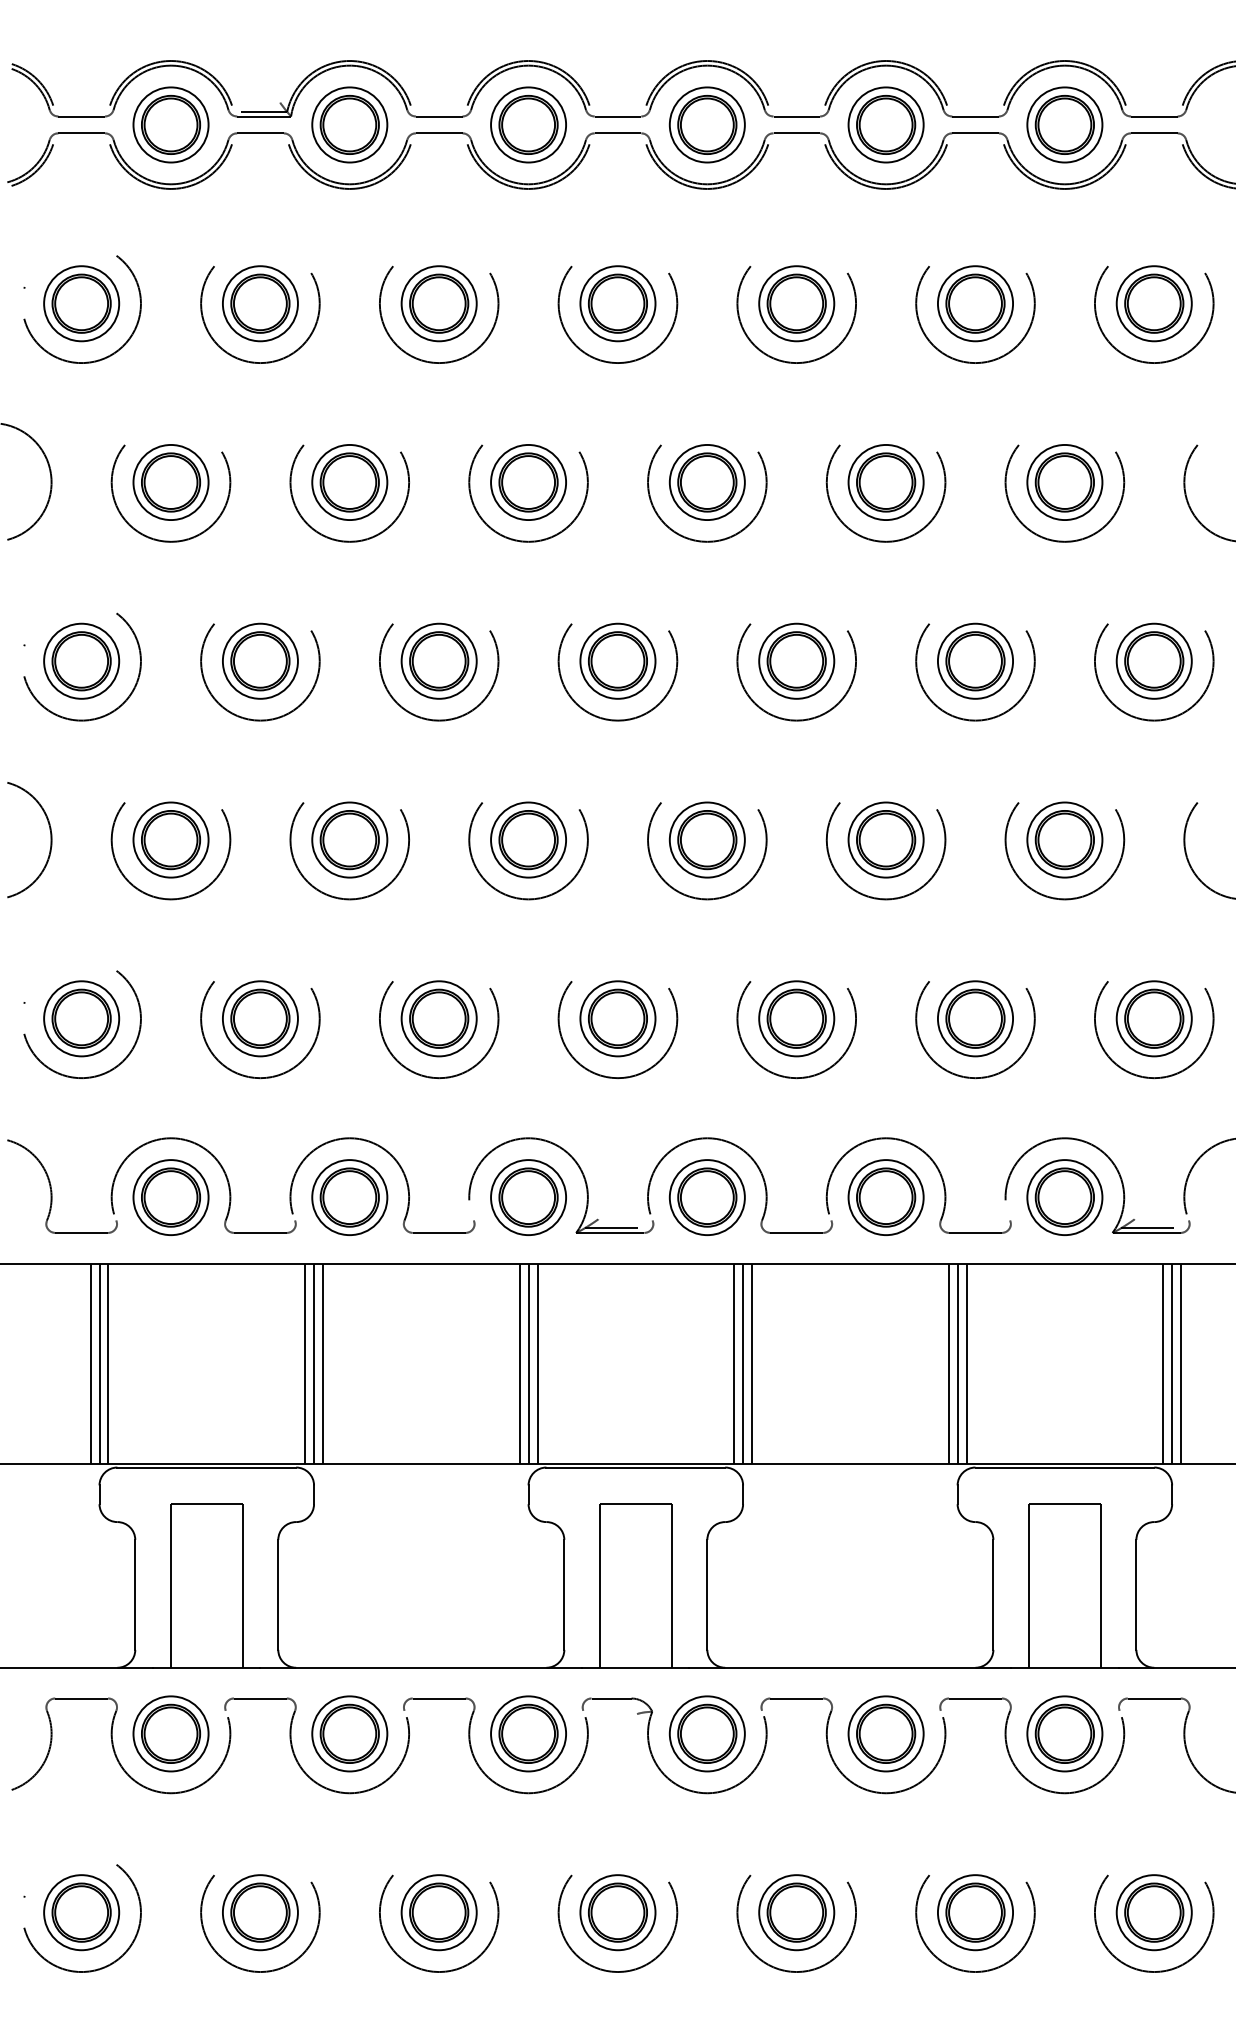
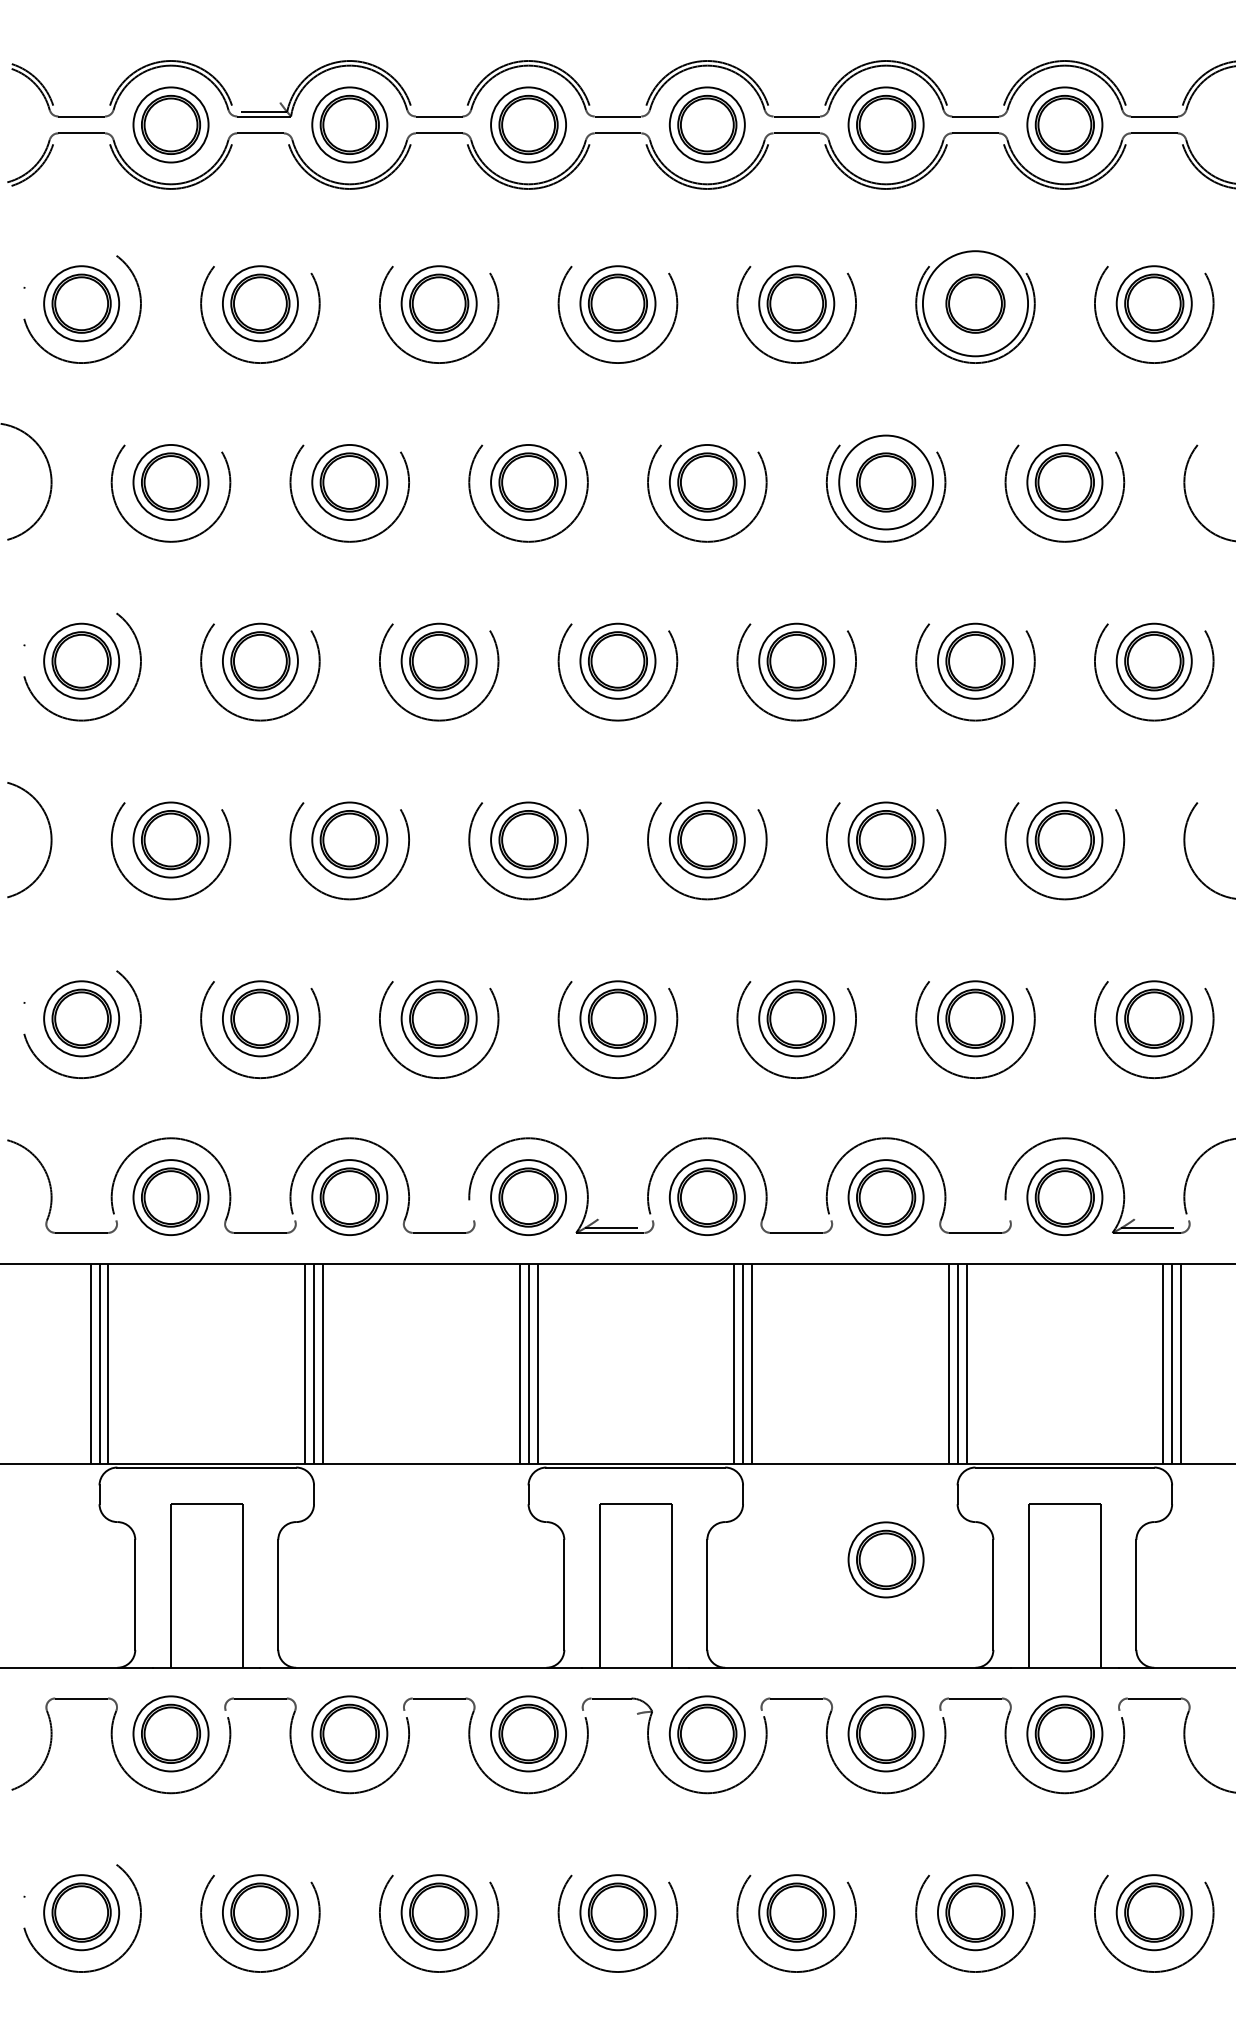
circle at (975, 303) diameter: 75 px -> 105 px
circle at (885, 482) diameter: 75 px -> 94 px
part at (885, 1559): none -> present
